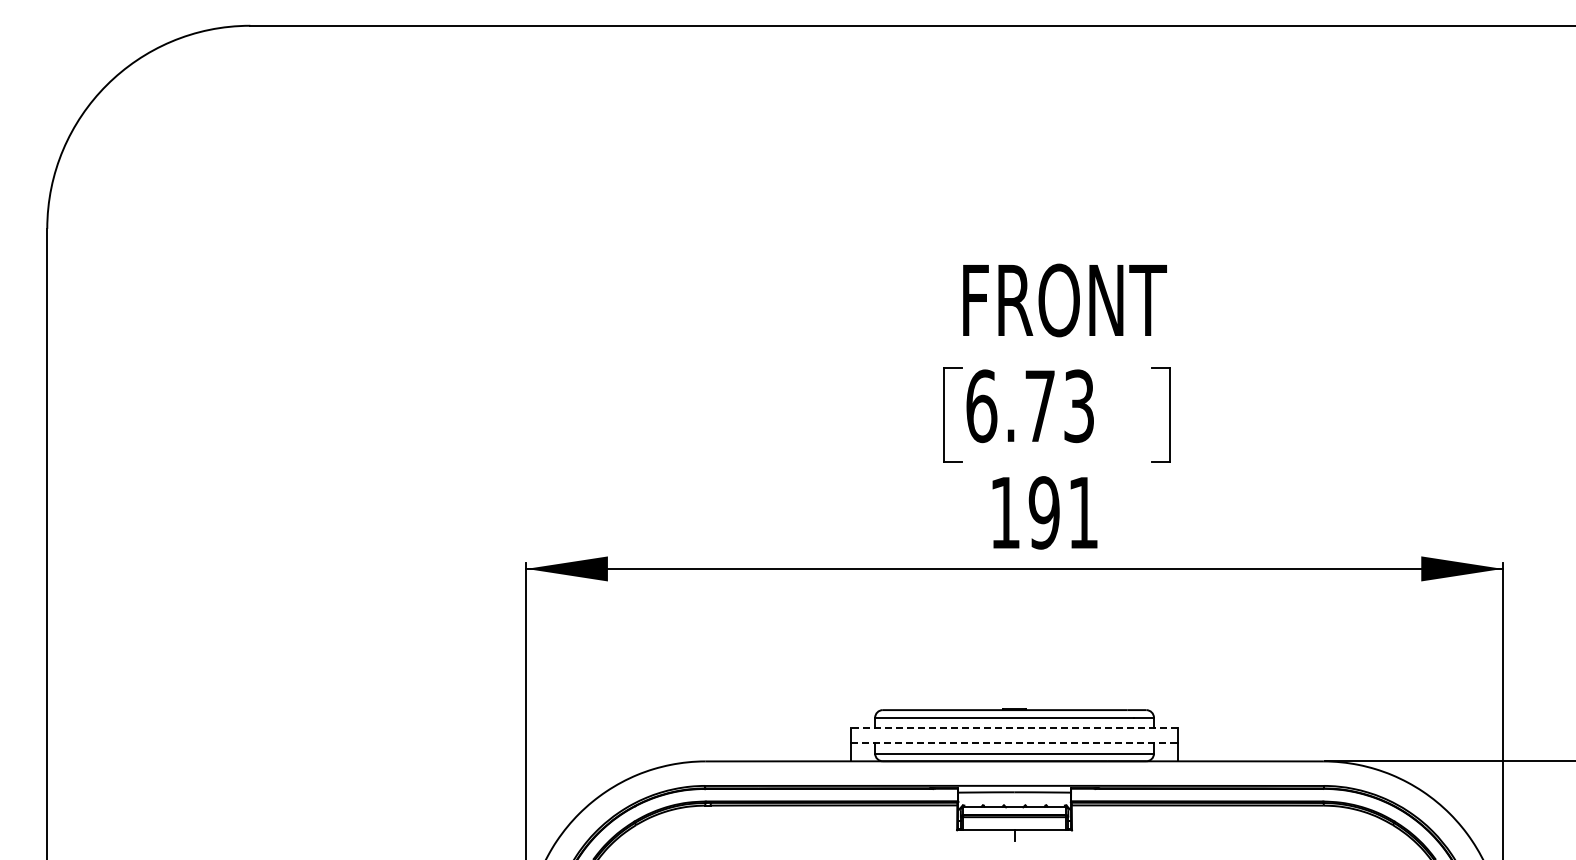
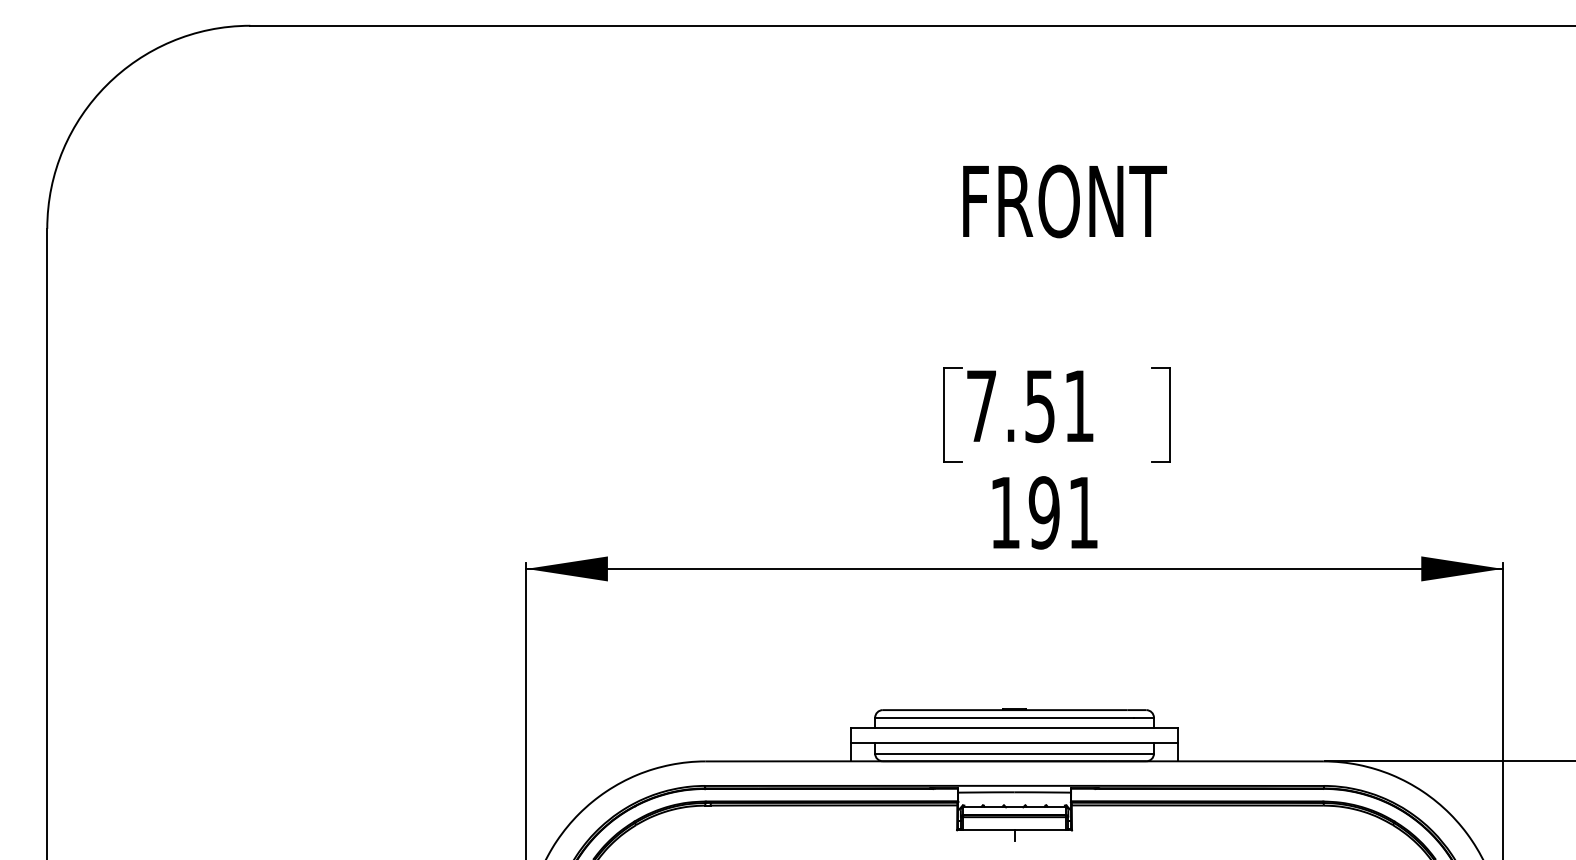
text at (1064, 300) position: (1064, 300) -> (1064, 201)
text at (1029, 406): 6.73 -> 7.51
line at (1014, 728): dashed -> solid
line at (1014, 743): dashed -> solid
